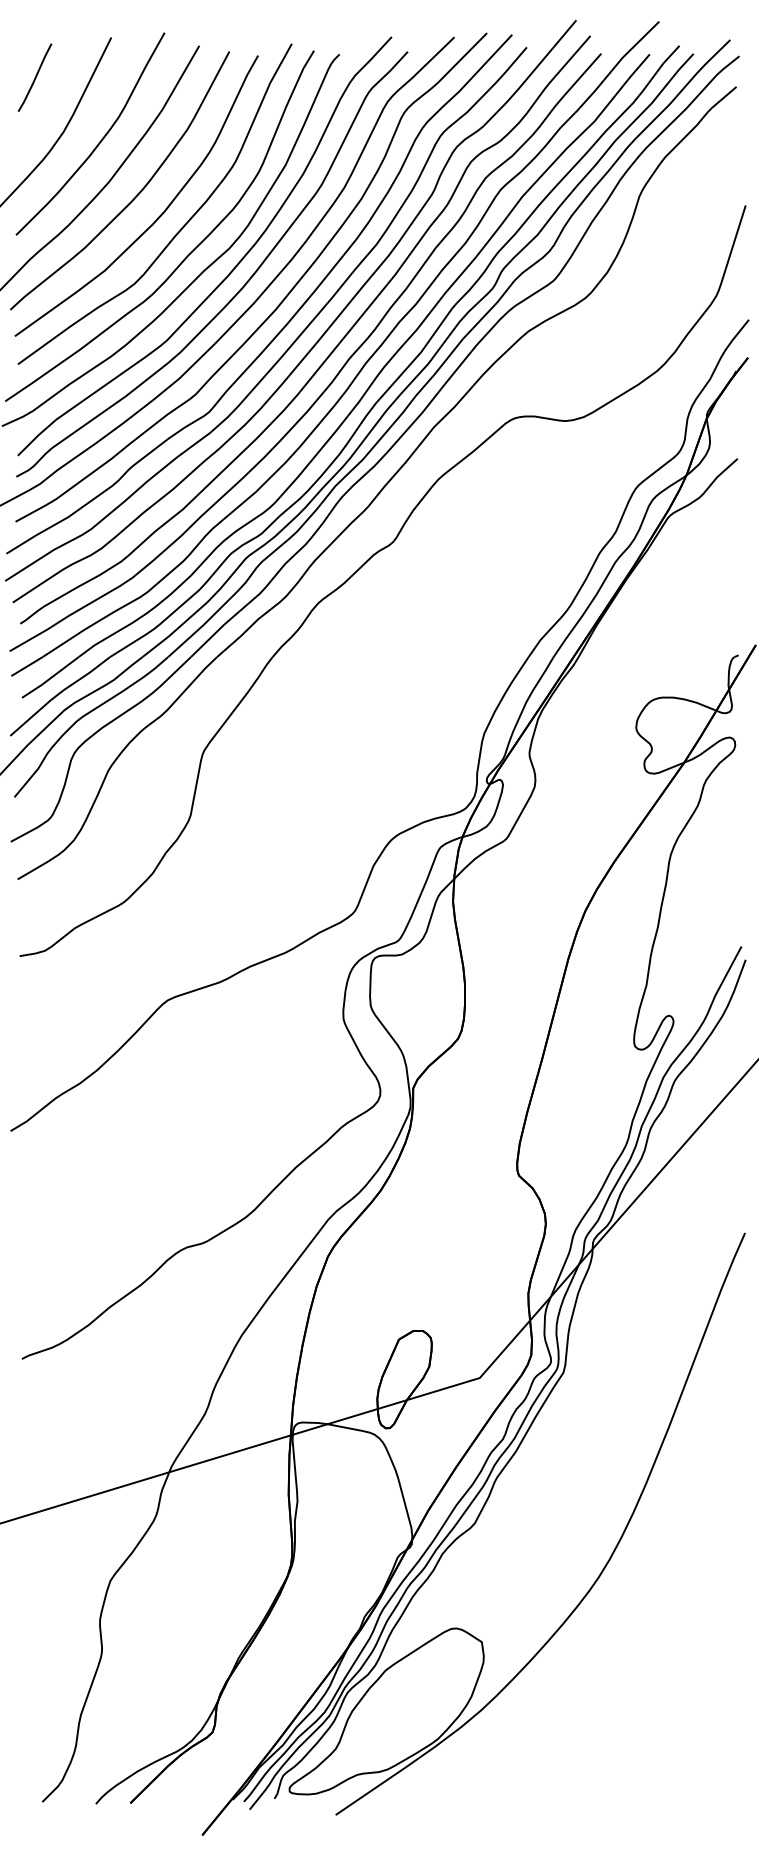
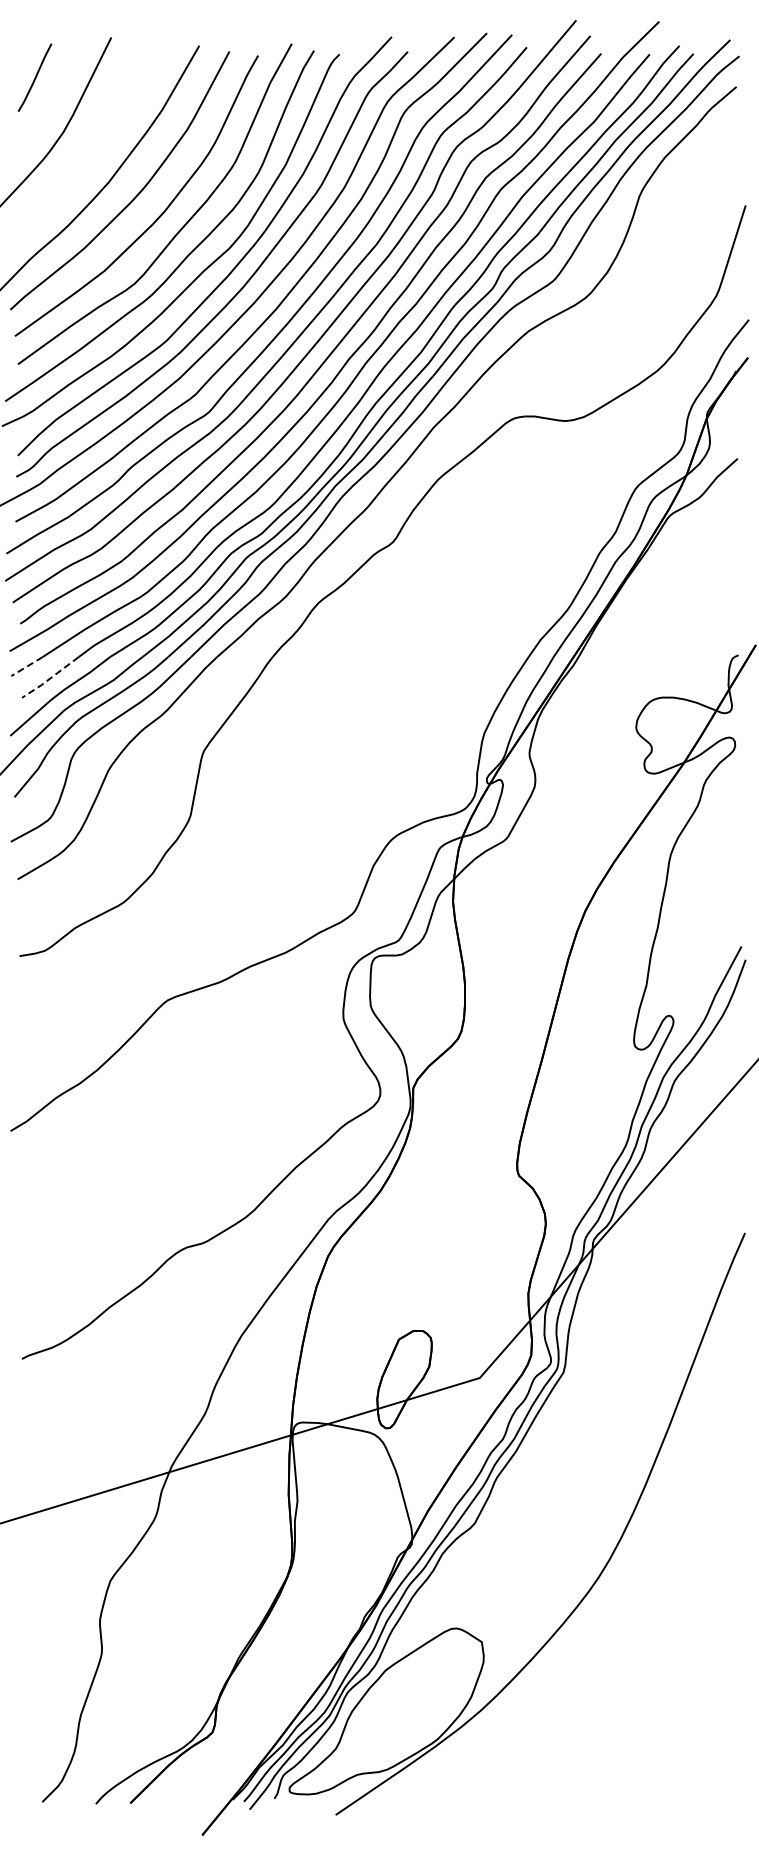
curve at (99, 141): present -> none
line at (26, 666): solid -> dashed
line at (50, 678): solid -> dashed
